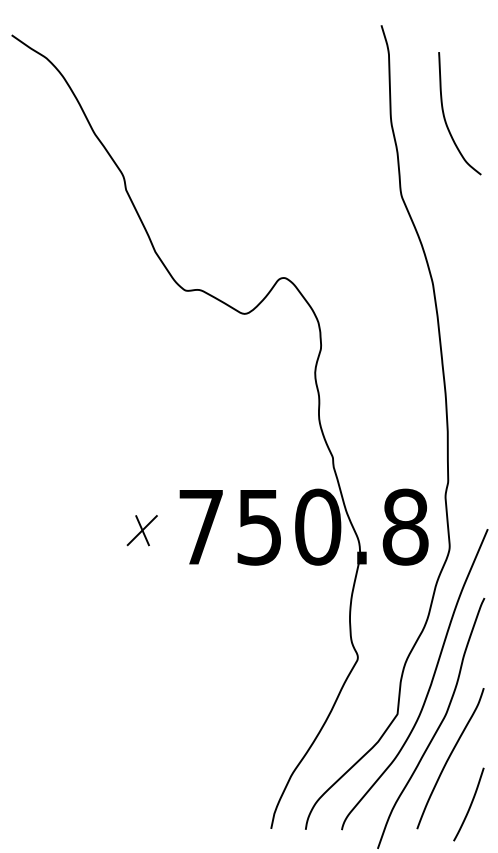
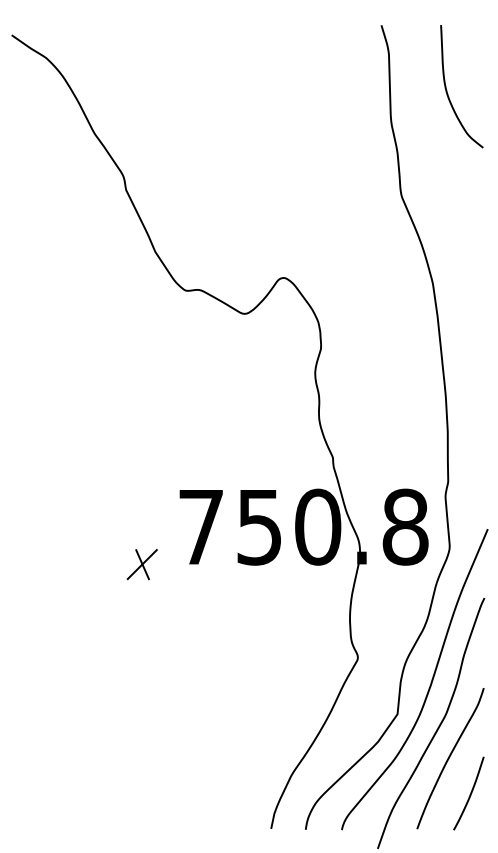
curve at (445, 117) position: (445, 117) -> (447, 90)
part at (141, 530) position: (141, 530) -> (141, 564)
curve at (469, 805) position: (469, 805) -> (469, 794)
